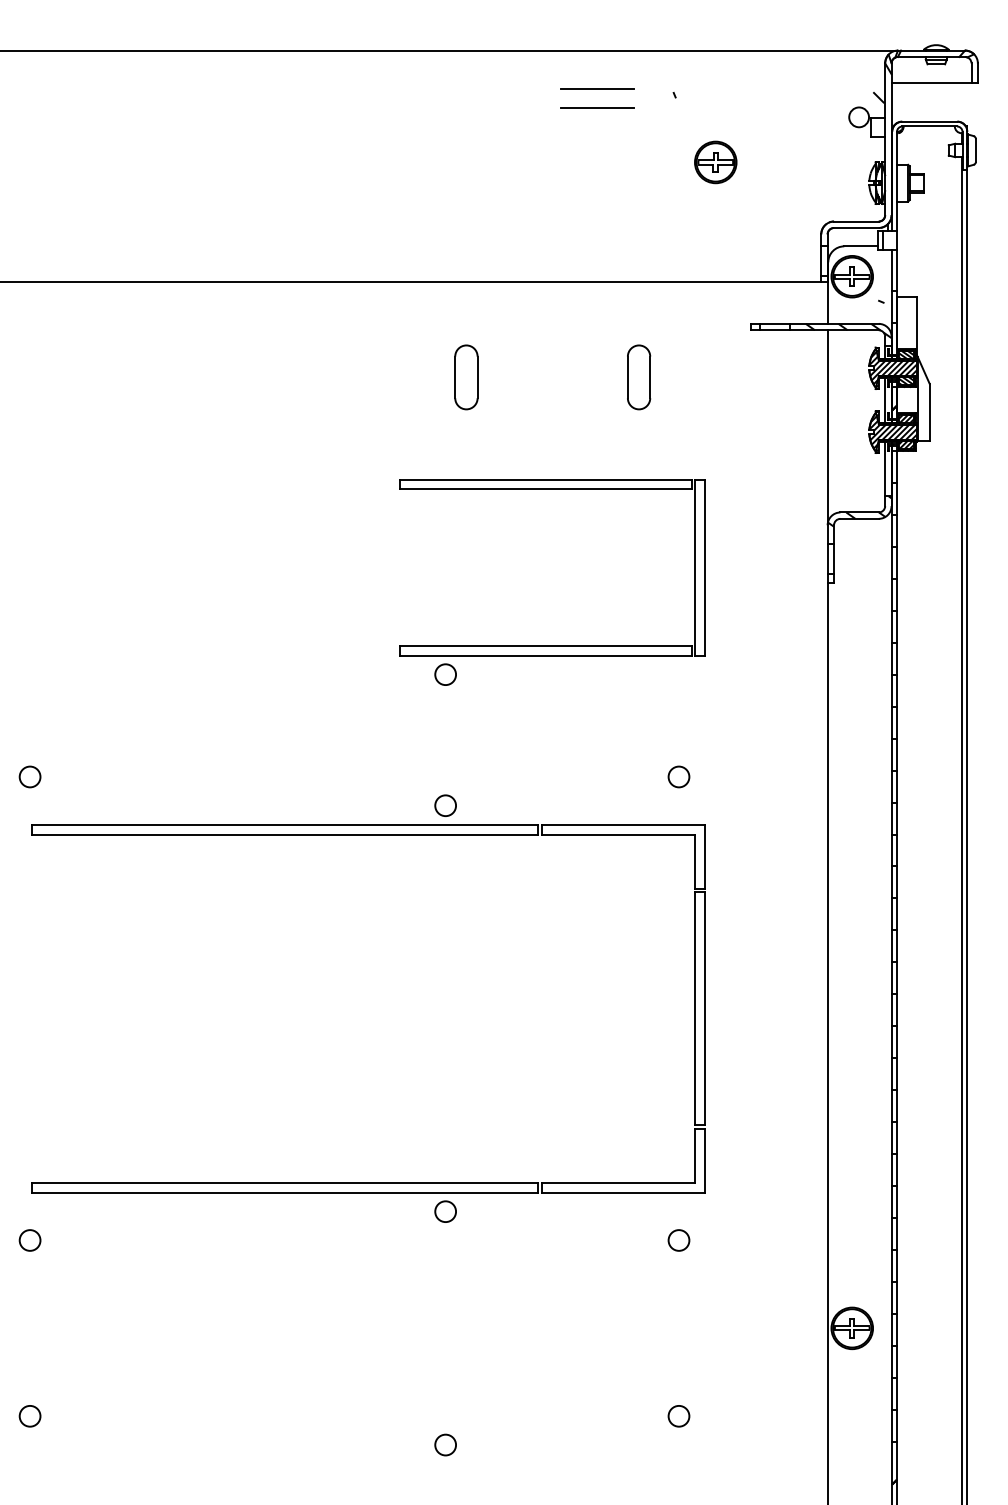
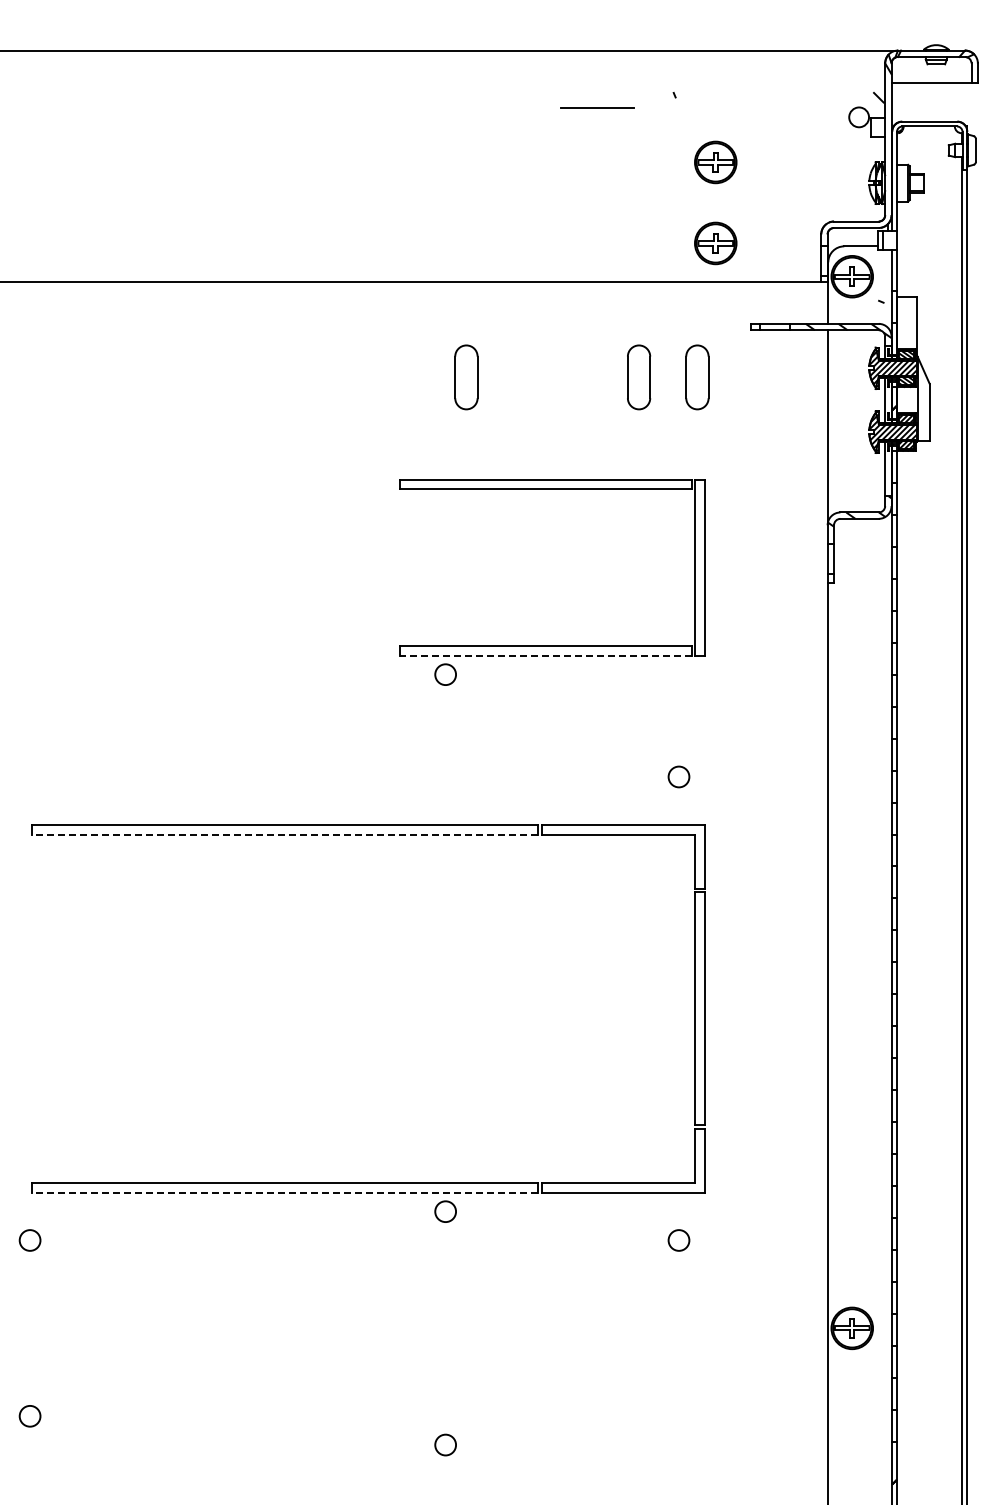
line at (597, 88): present -> none
part at (715, 243): none -> present
part at (697, 377): none -> present
line at (545, 655): solid -> dashed
circle at (29, 776): present -> none
circle at (445, 805): present -> none
line at (284, 834): solid -> dashed
line at (284, 1192): solid -> dashed
circle at (678, 1416): present -> none
